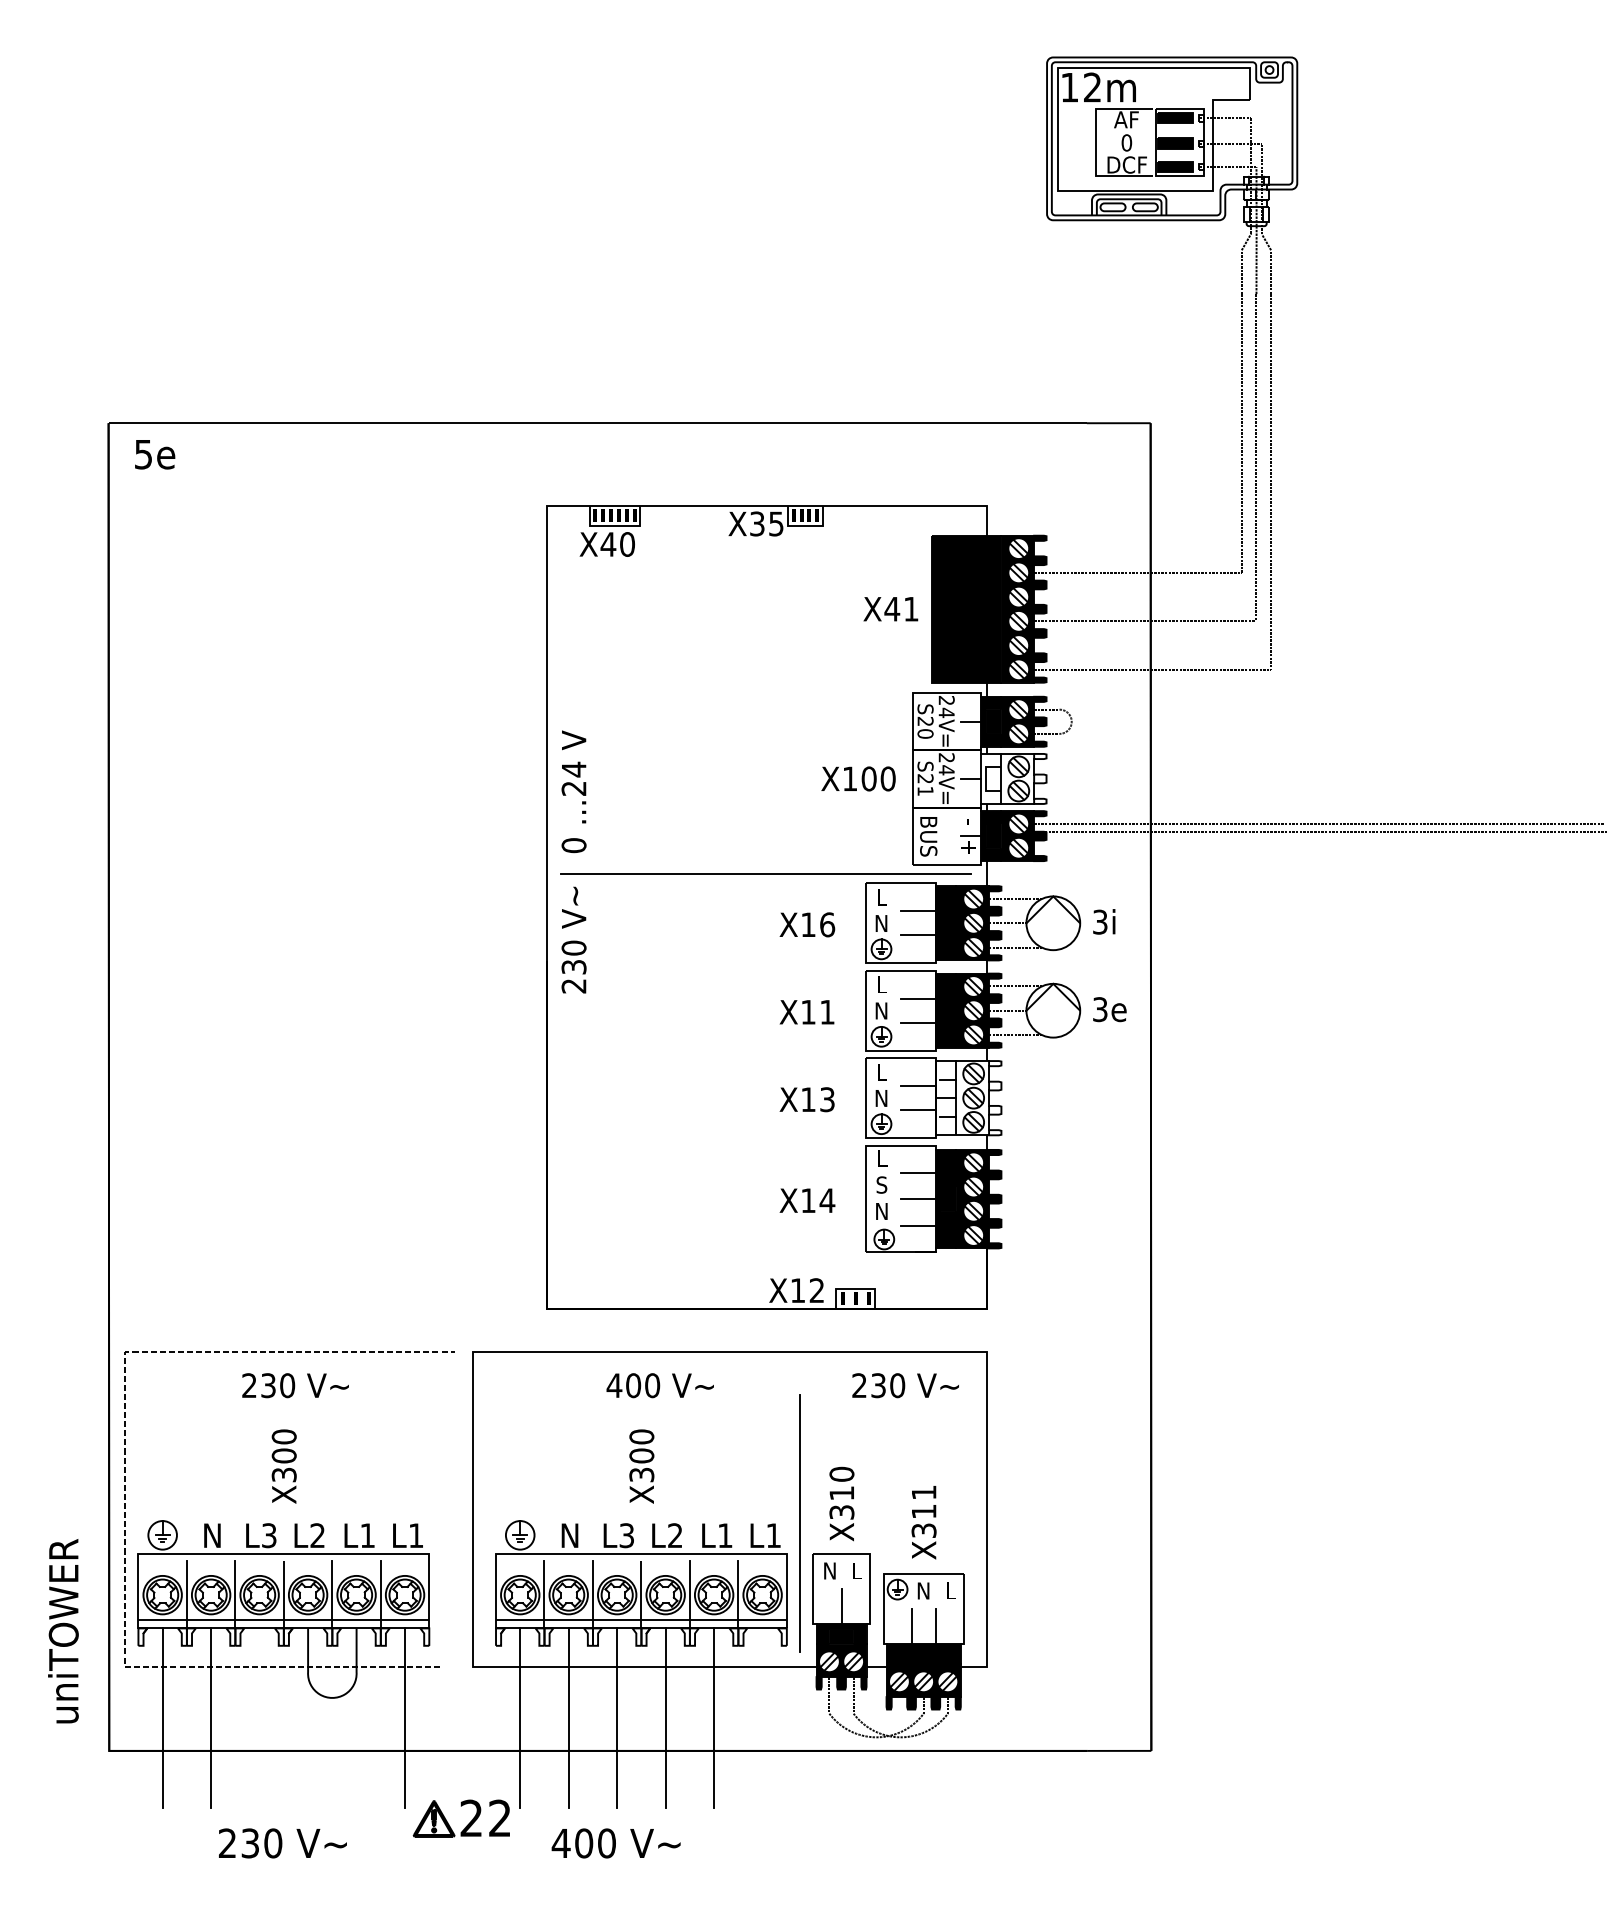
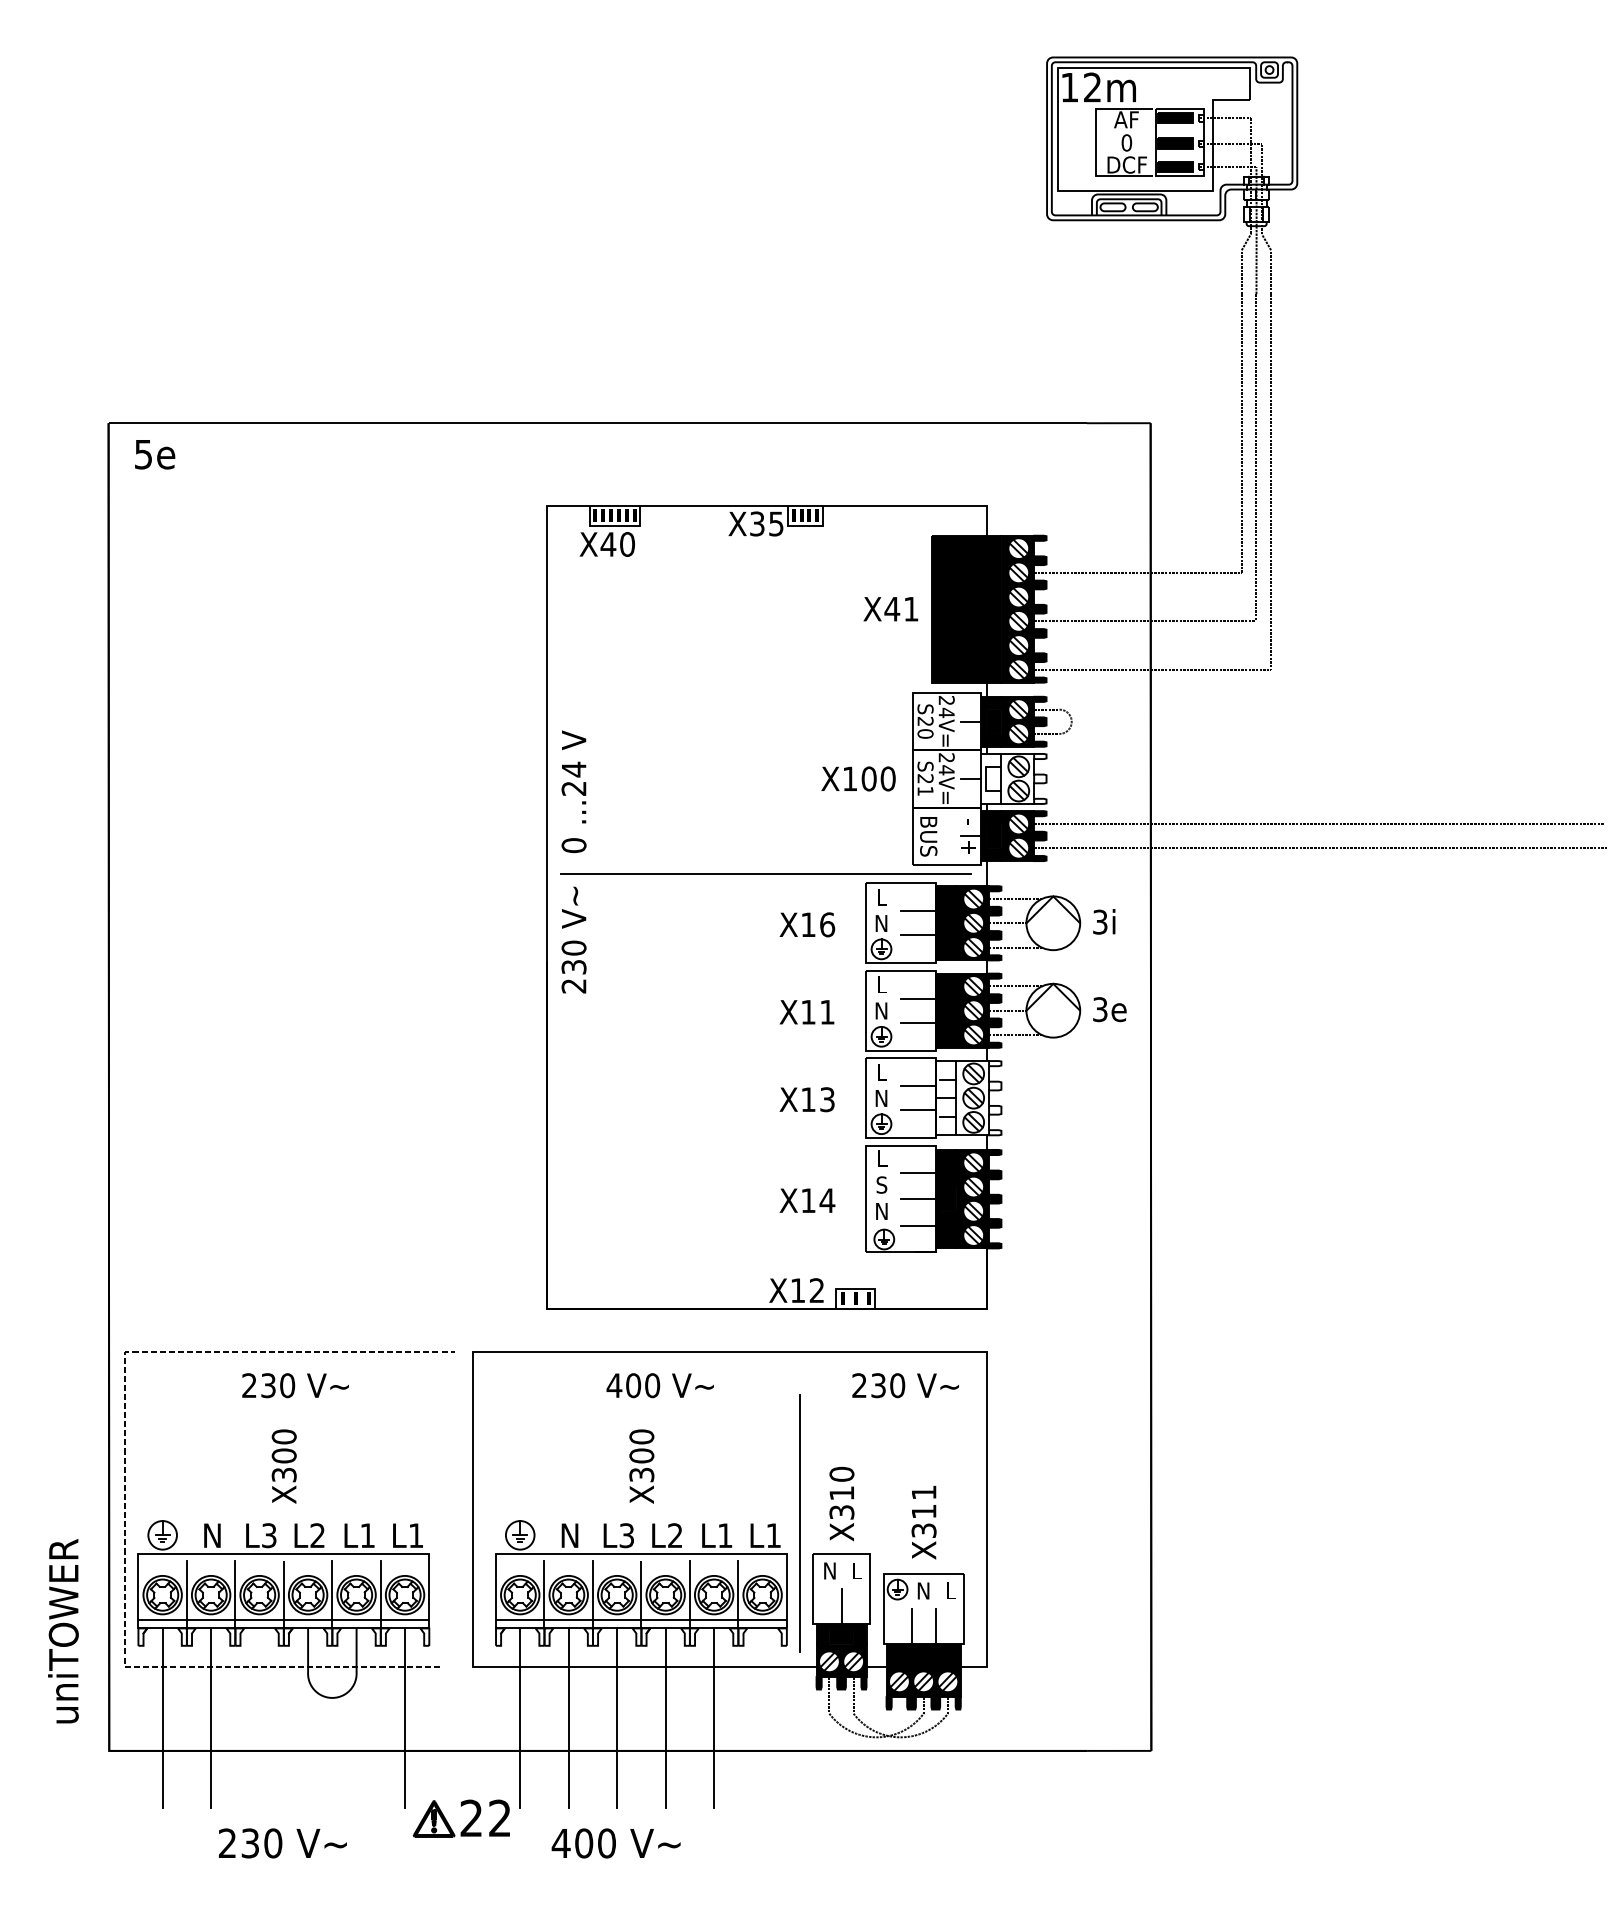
line at (1319, 832) position: (1319, 832) -> (1319, 848)
